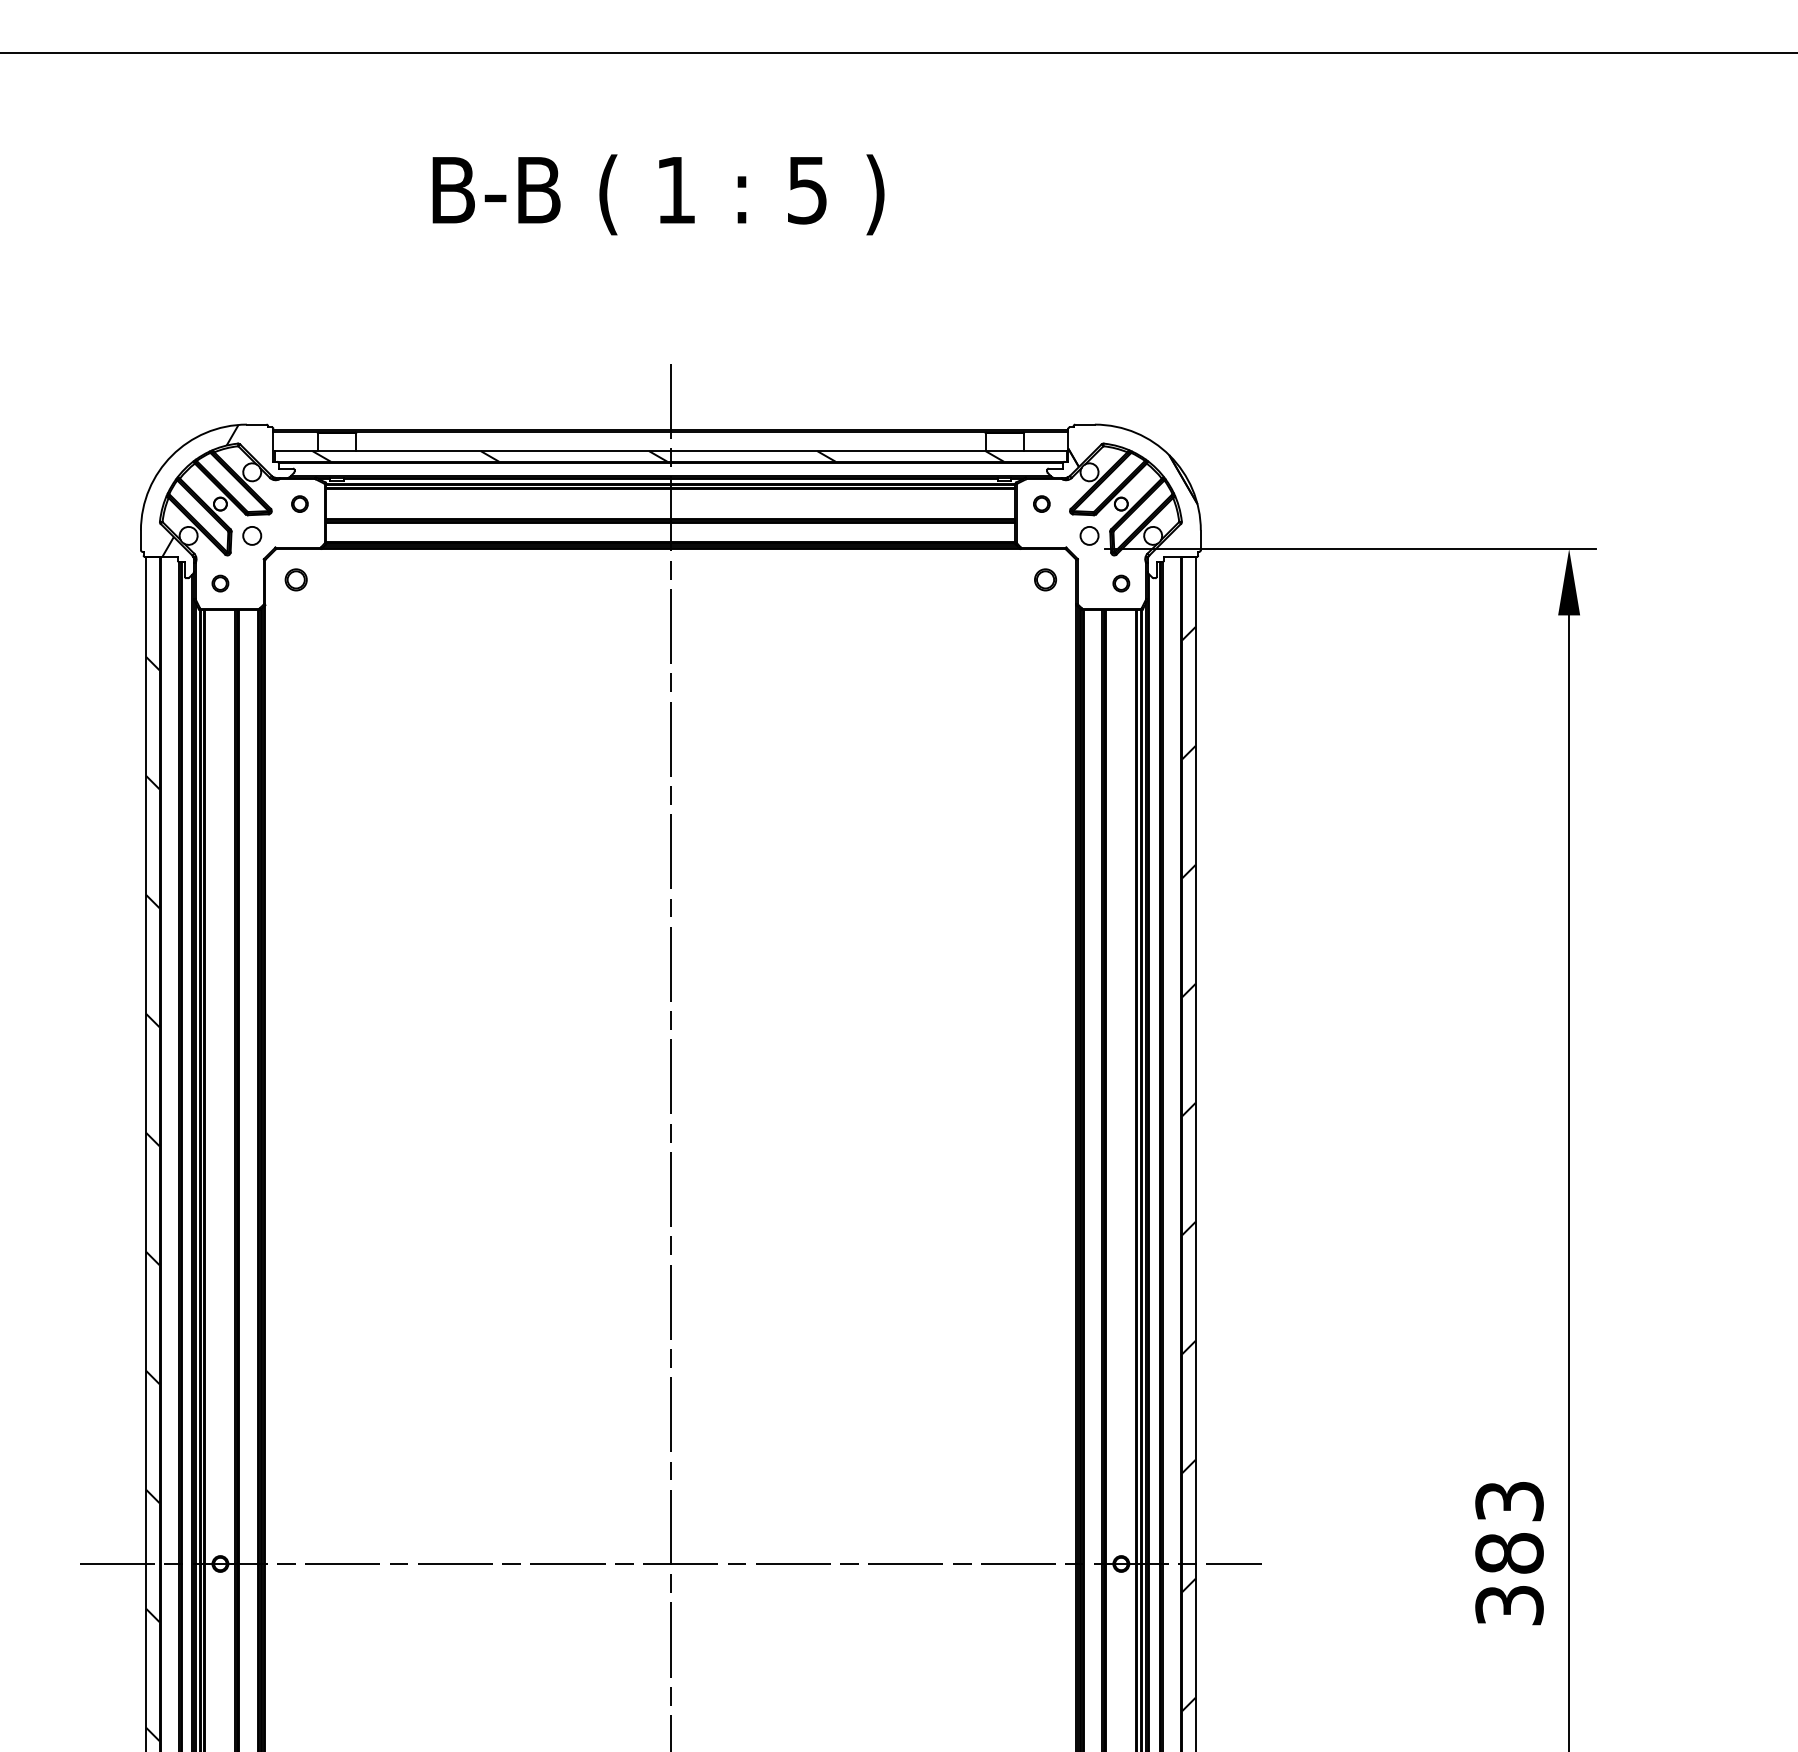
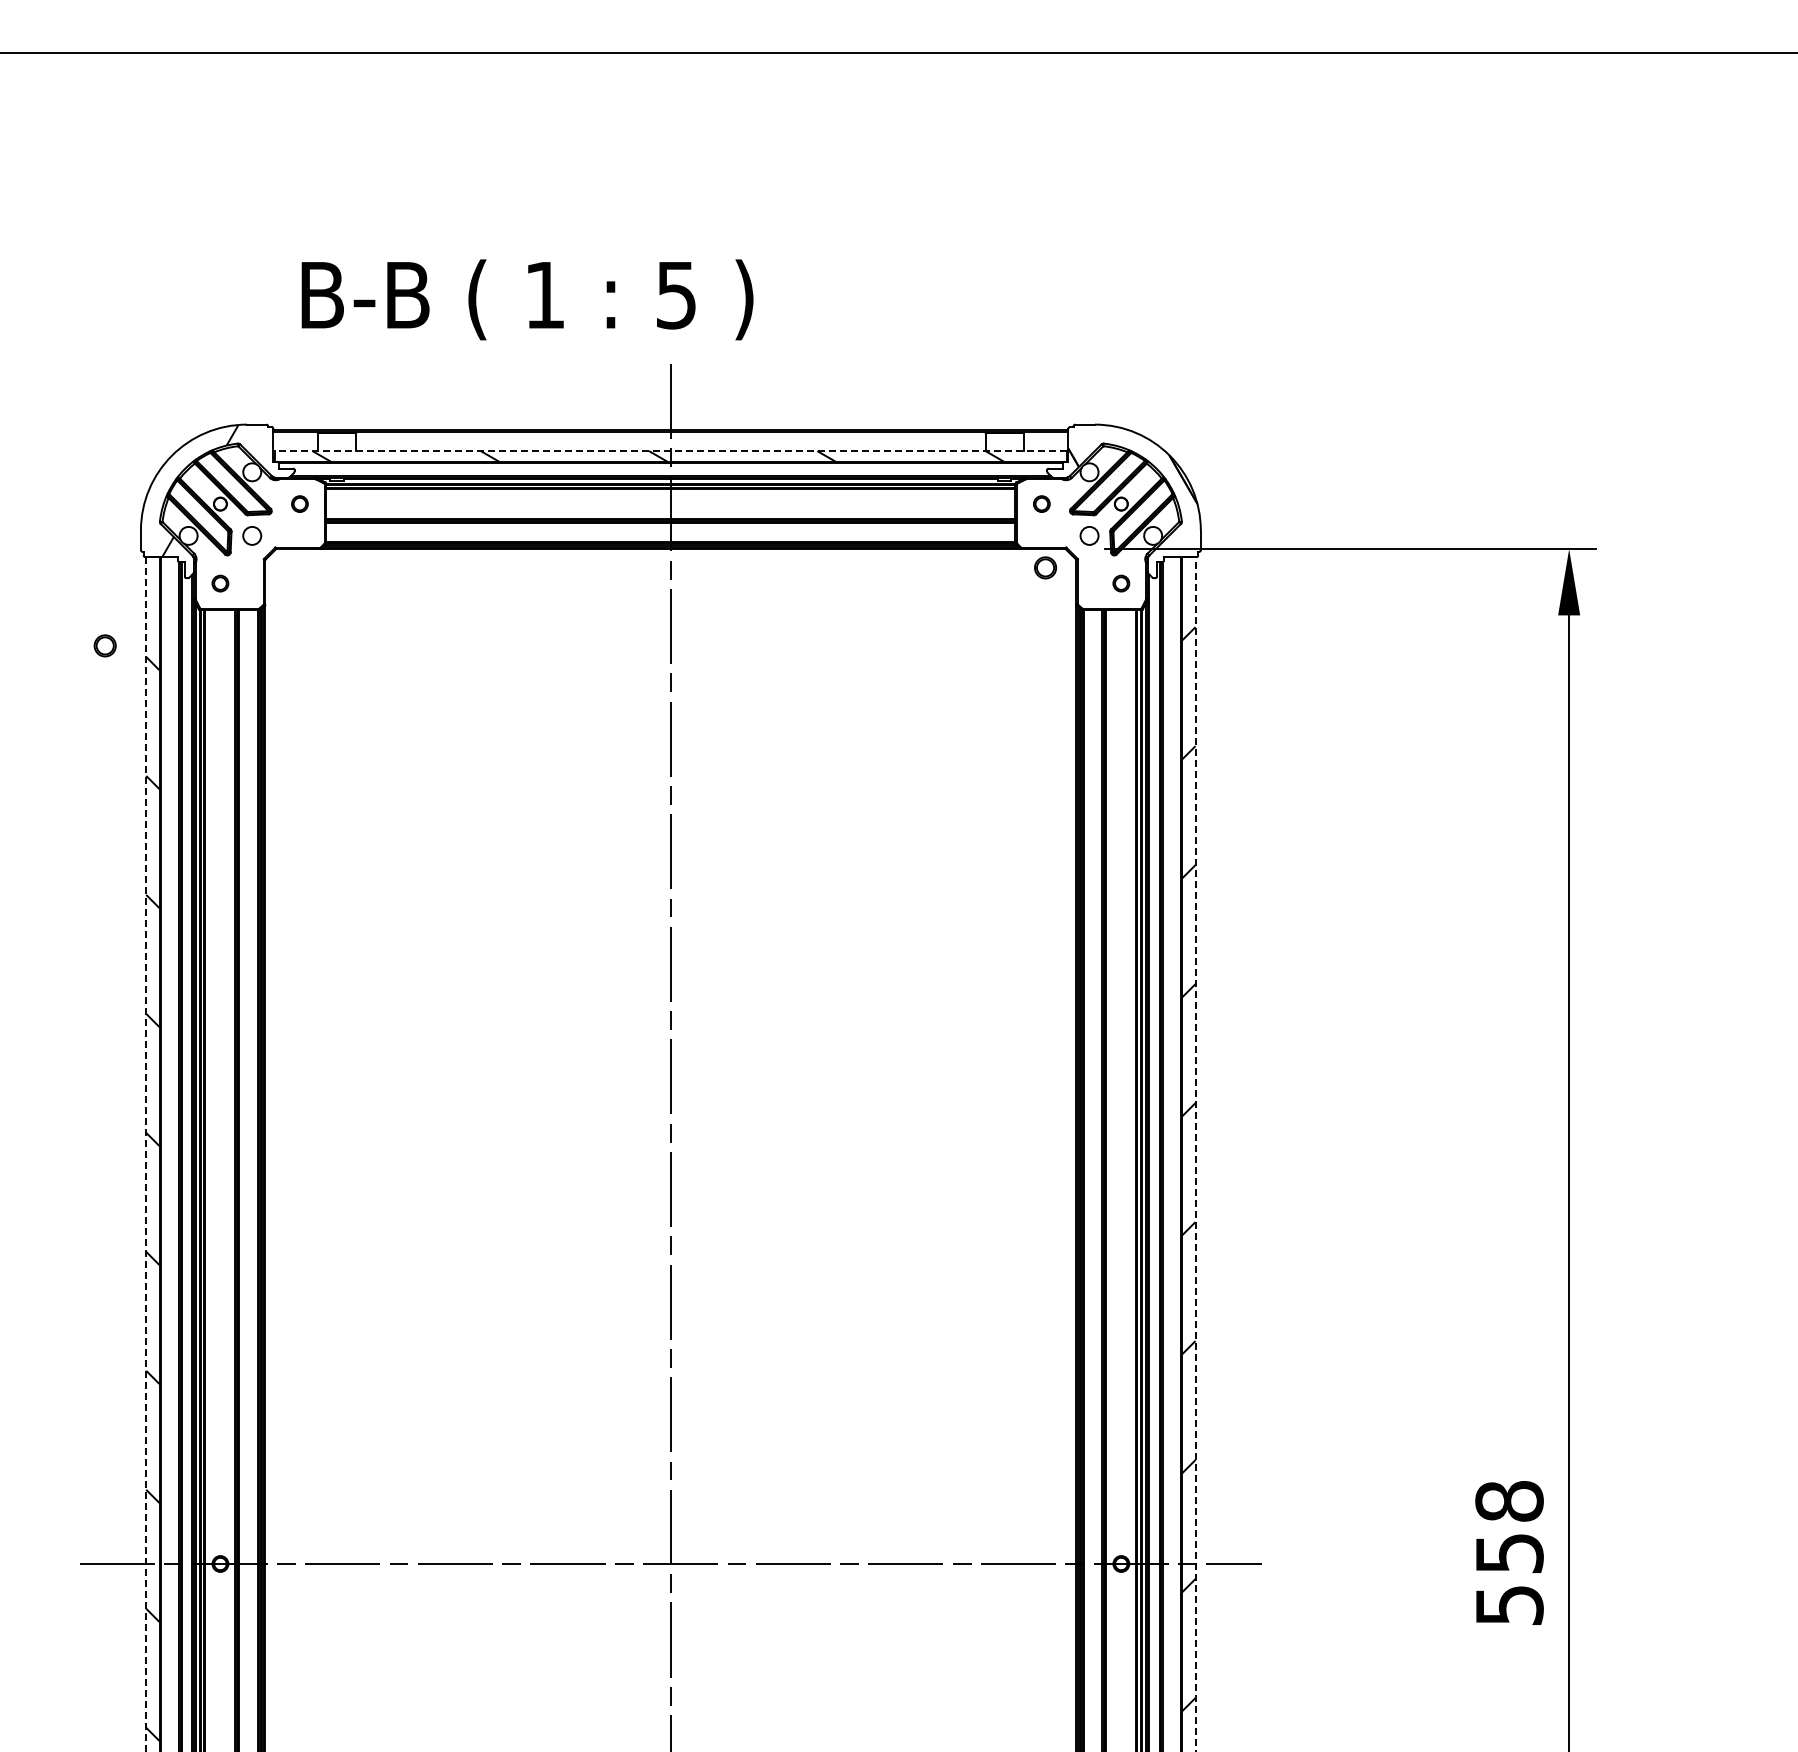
text at (658, 194) position: (658, 194) -> (527, 299)
line at (670, 451): solid -> dashed
part at (295, 579) position: (295, 579) -> (104, 645)
part at (1045, 579) position: (1045, 579) -> (1045, 567)
line at (1195, 1154): solid -> dashed
line at (146, 1155): solid -> dashed
text at (1509, 1552): 383 -> 558
